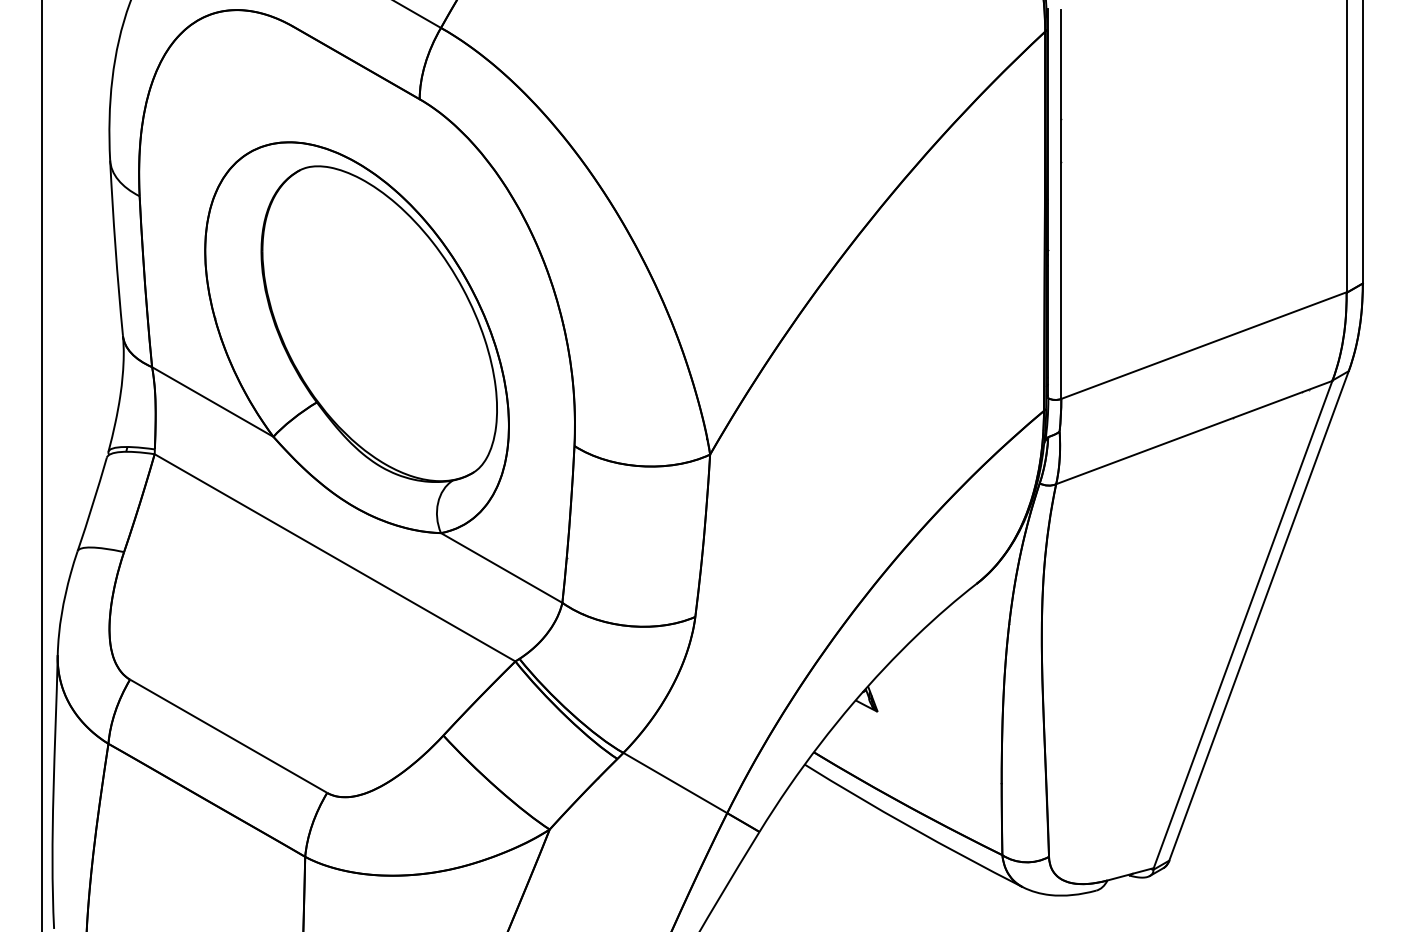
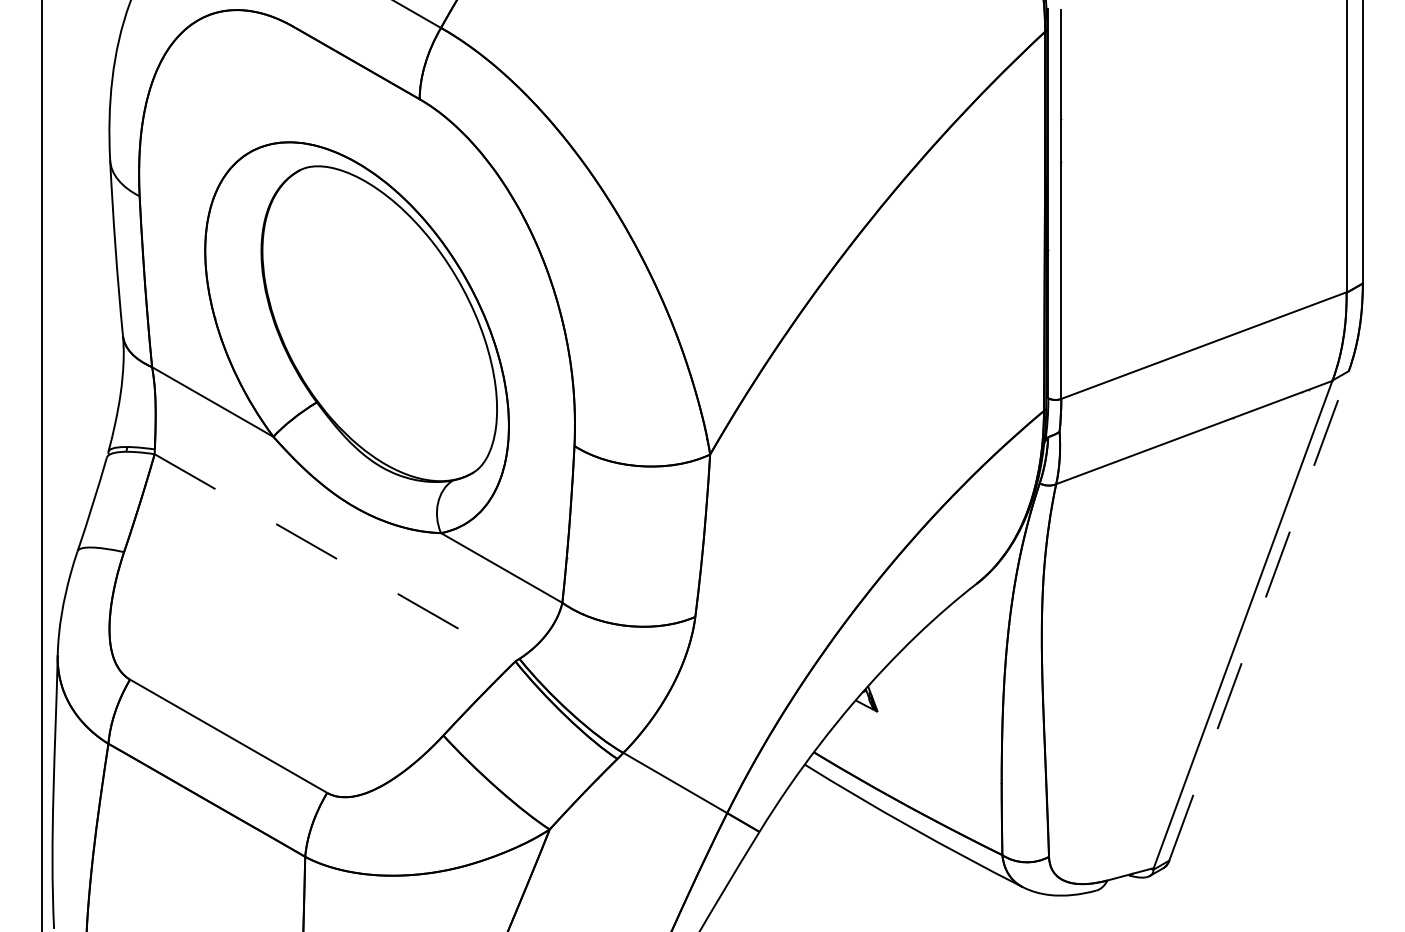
line at (335, 558): solid -> dashed
line at (1259, 615): solid -> dashed
